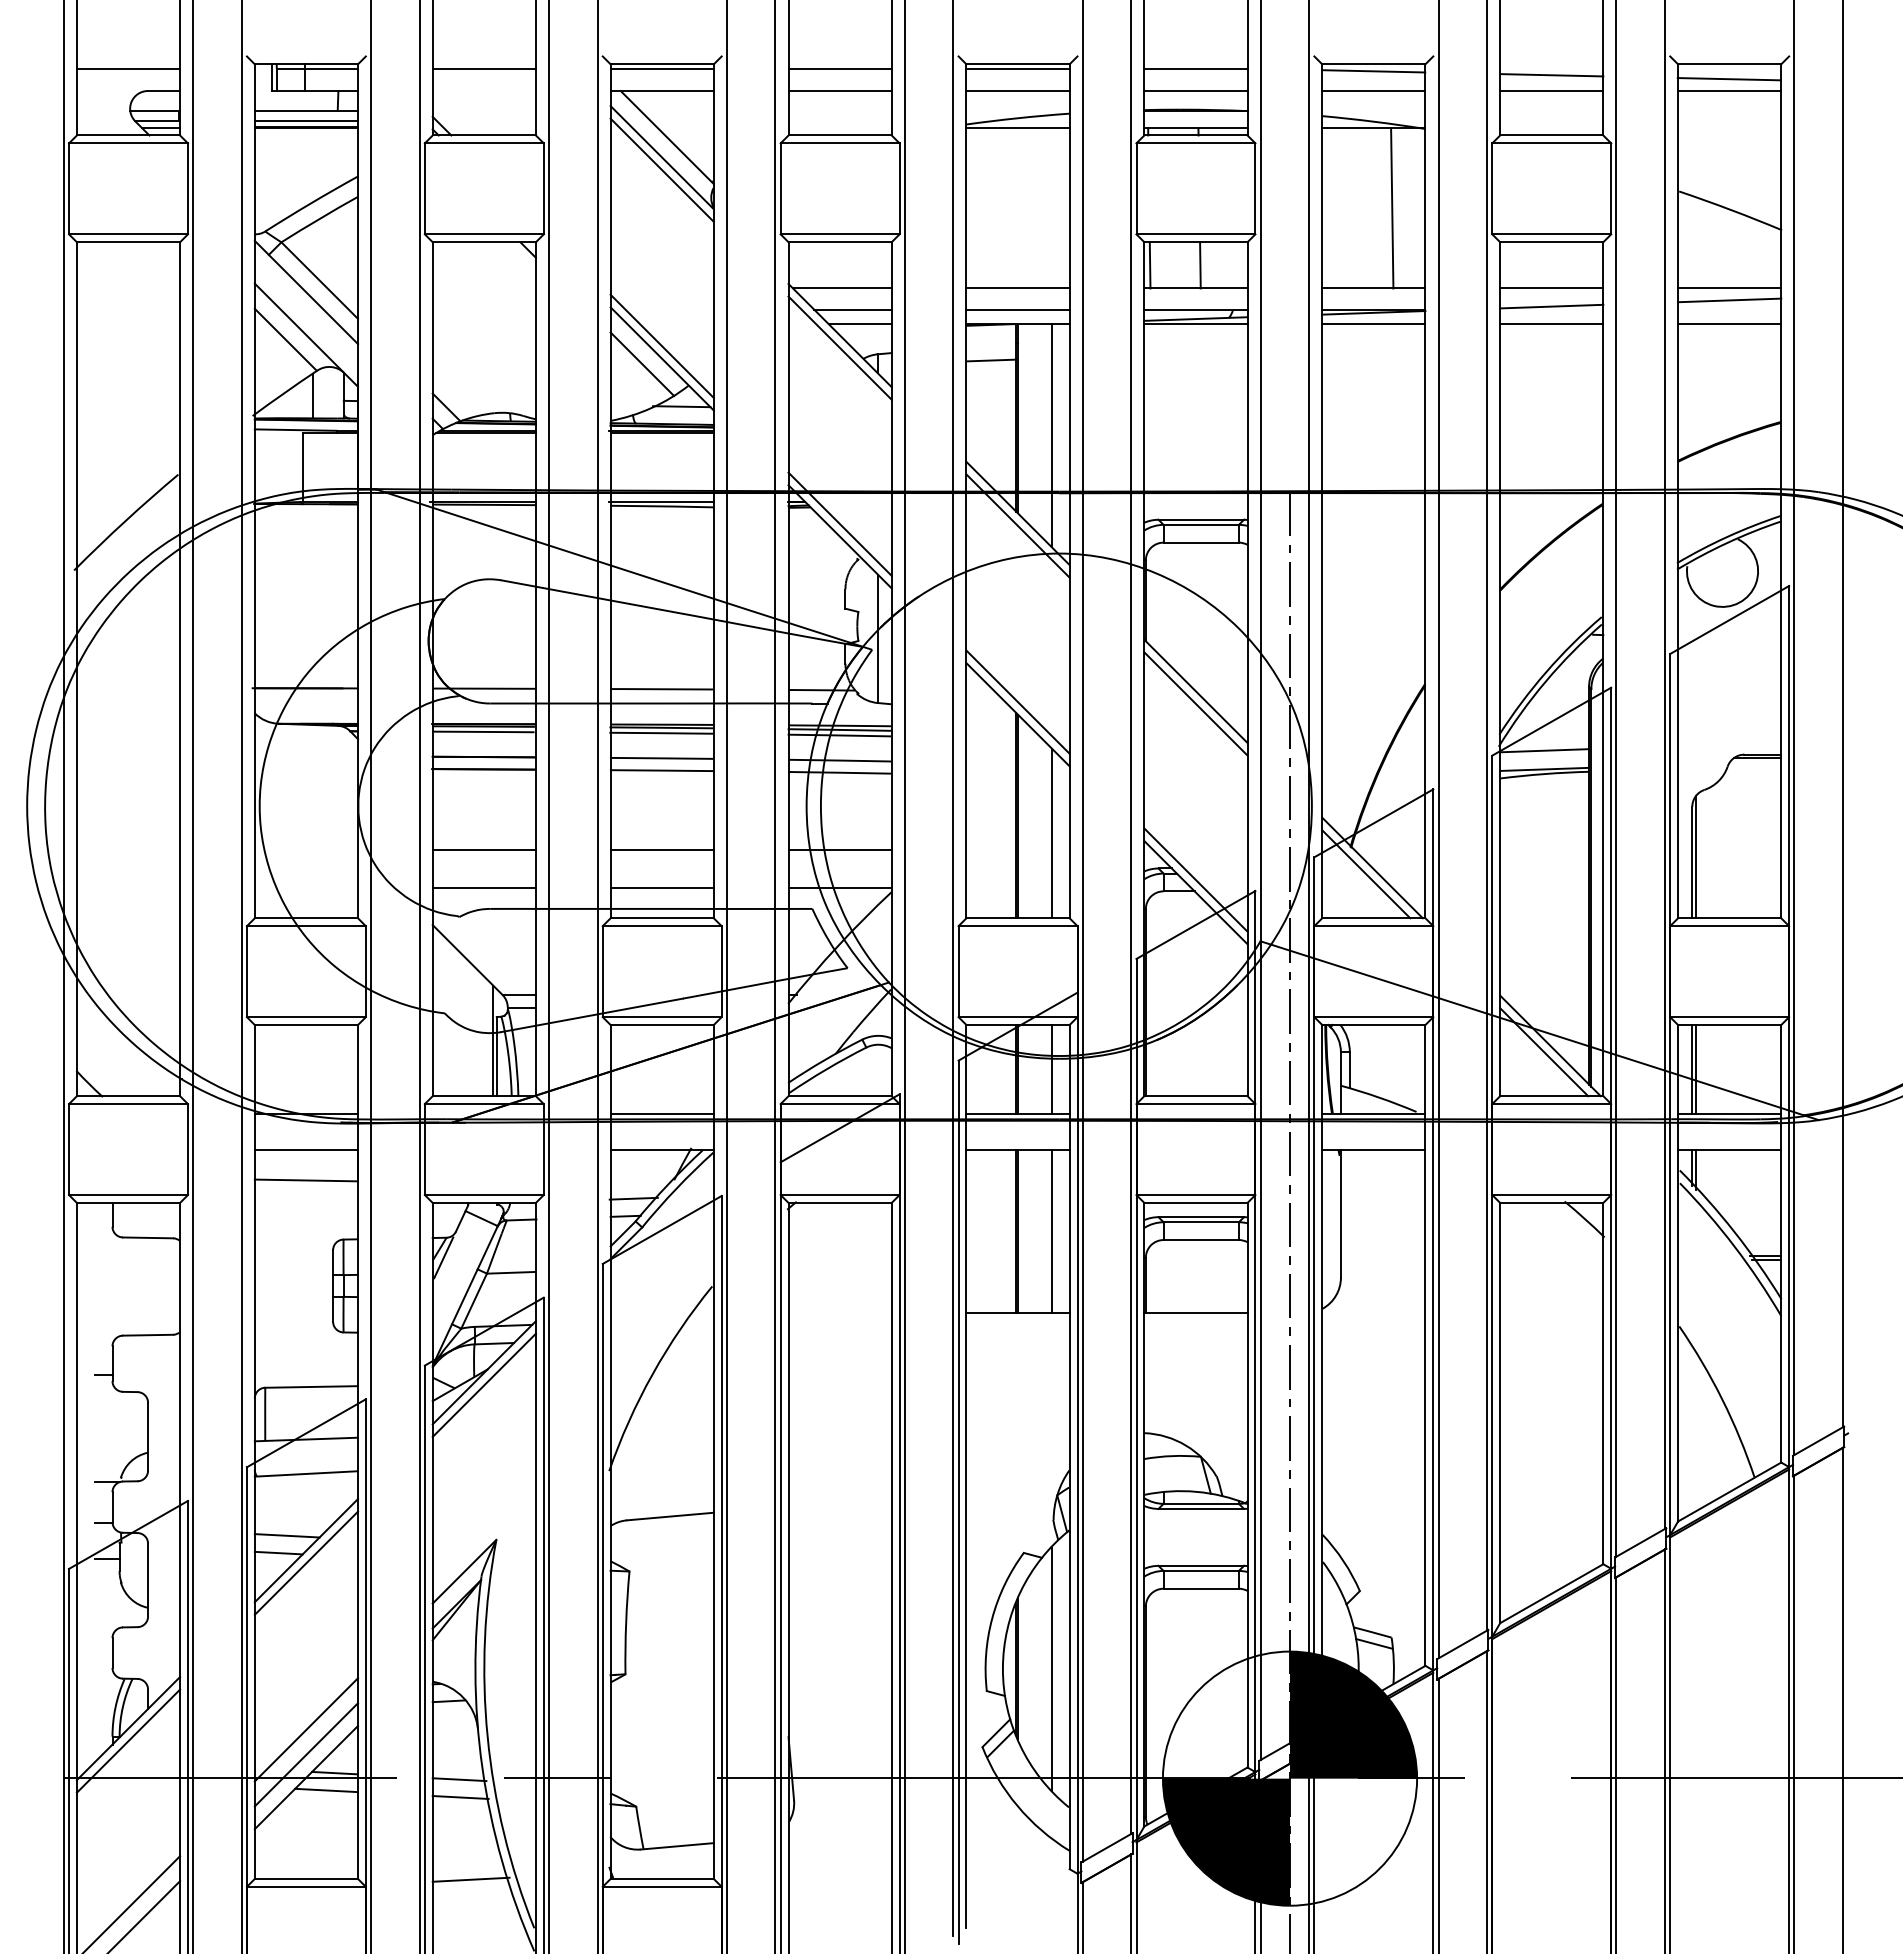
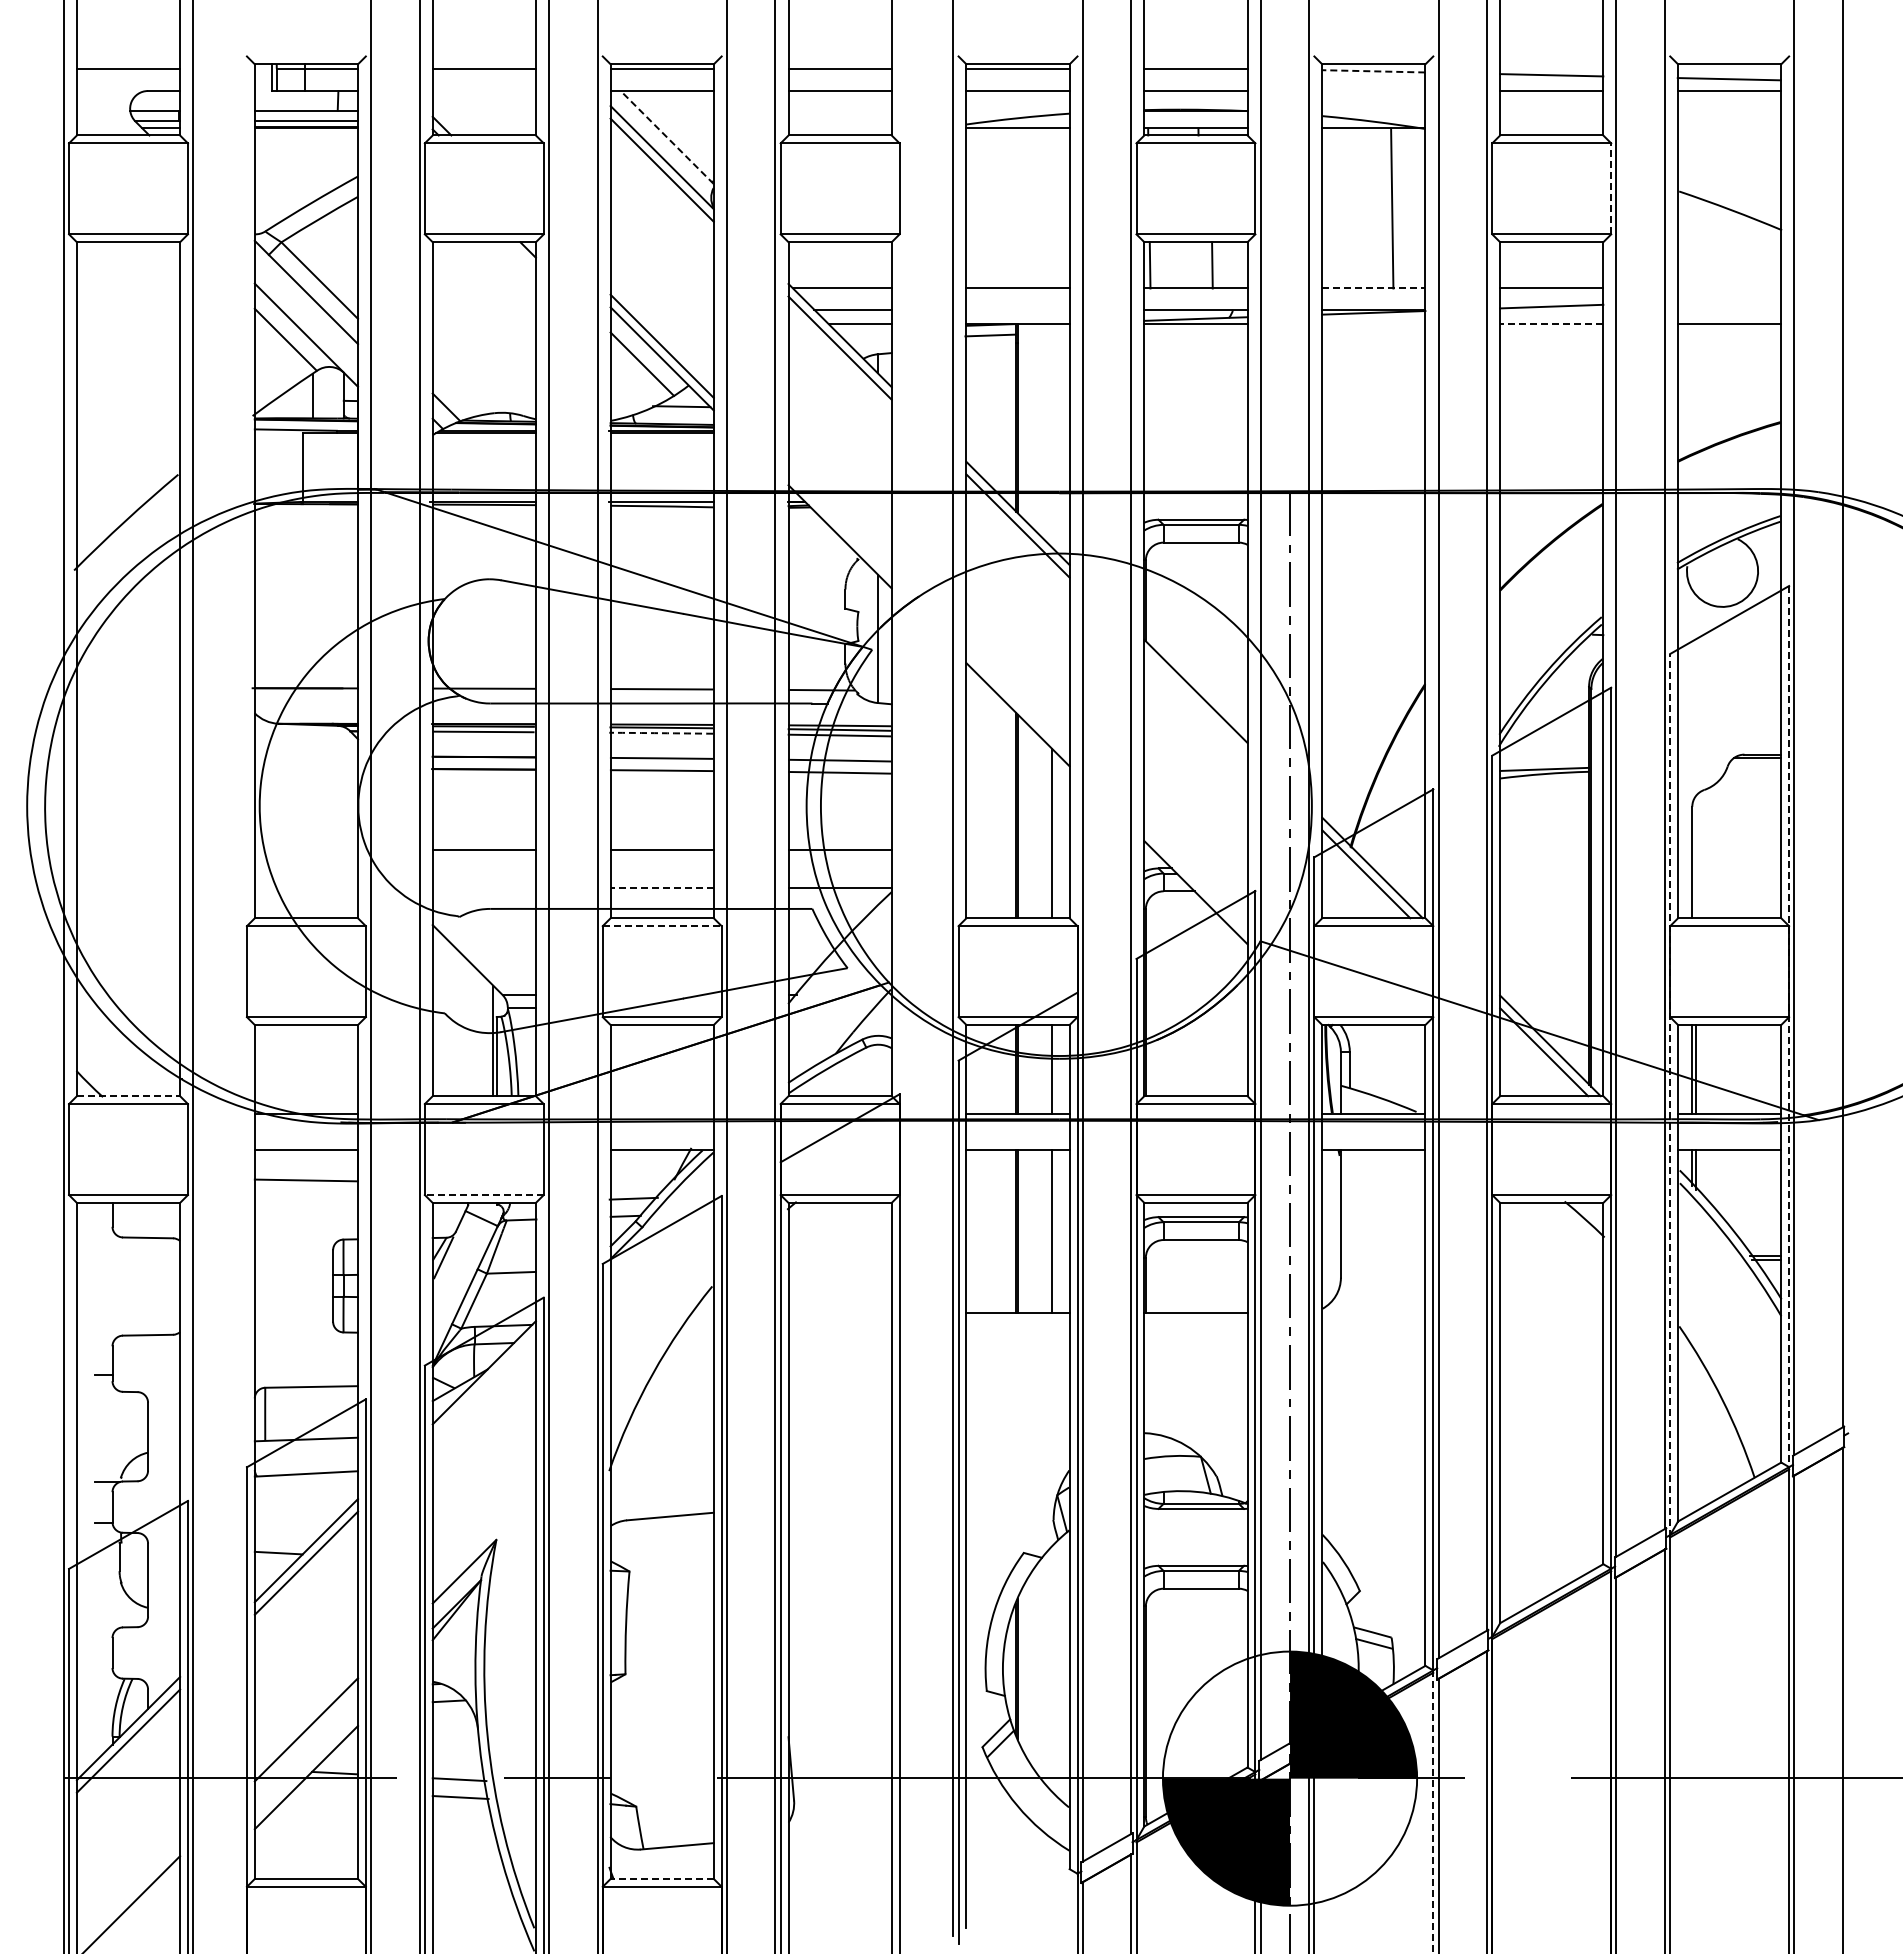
line at (1373, 71): solid -> dashed
line at (1373, 91): present -> none
line at (667, 137): solid -> dashed
line at (1611, 188): solid -> dashed
line at (1200, 265) position: (1200, 265) -> (1212, 265)
line at (1373, 288): solid -> dashed
line at (1729, 288): present -> none
line at (1729, 300): present -> none
line at (1017, 309): present -> none
line at (1373, 324): present -> none
line at (1551, 324): solid -> dashed
line at (991, 360) position: (991, 360) -> (990, 335)
line at (1051, 435): present -> none
line at (839, 523): present -> none
line at (1017, 701): present -> none
line at (1195, 703): present -> none
arc at (661, 733): solid -> dashed
line at (1544, 750): present -> none
line at (1695, 857): present -> none
line at (1195, 879): present -> none
line at (483, 887): present -> none
line at (662, 887): solid -> dashed
line at (662, 926): solid -> dashed
line at (241, 976): present -> none
line at (904, 976): present -> none
line at (1789, 1027): solid -> dashed
line at (1670, 1095): solid -> dashed
line at (128, 1096): solid -> dashed
line at (661, 1113): present -> none
line at (483, 1195): solid -> dashed
line at (483, 1384): present -> none
line at (286, 1535): present -> none
line at (106, 1558): present -> none
line at (1051, 1668): present -> none
line at (306, 1754): present -> none
line at (326, 1790): present -> none
line at (1433, 1812): solid -> dashed
line at (662, 1878): solid -> dashed
line at (470, 1879): present -> none
line at (145, 1915): present -> none
